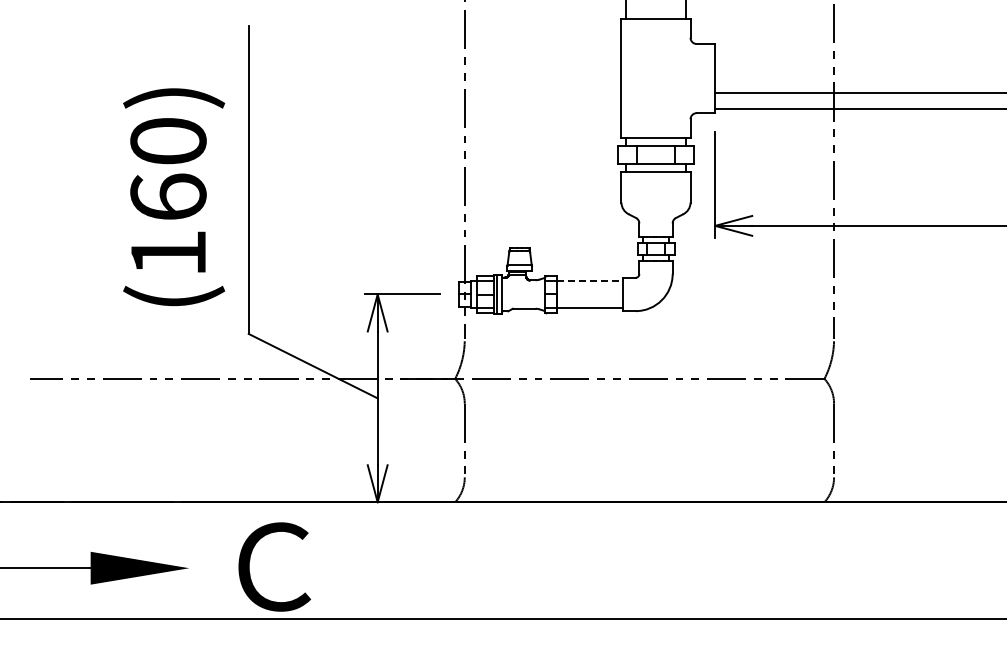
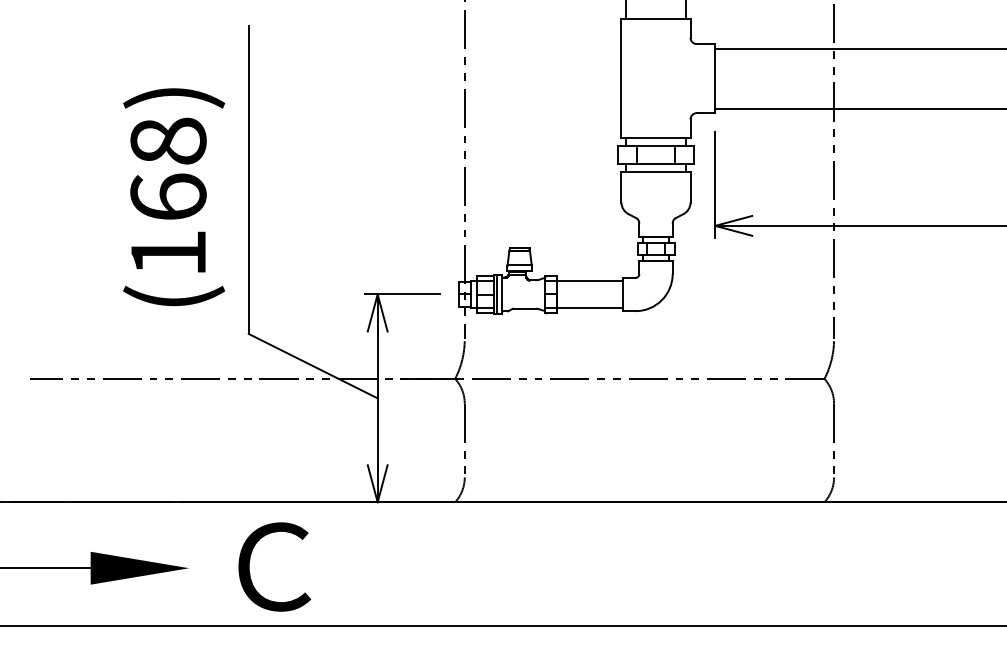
line at (859, 92) position: (859, 92) -> (859, 48)
text at (168, 140): (160) -> (168)
line at (590, 281): dashed -> solid
line at (502, 618) position: (502, 618) -> (502, 625)
